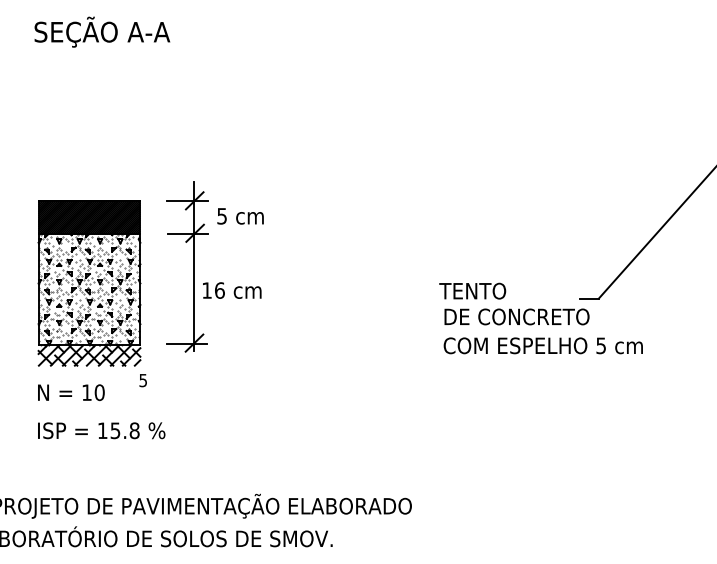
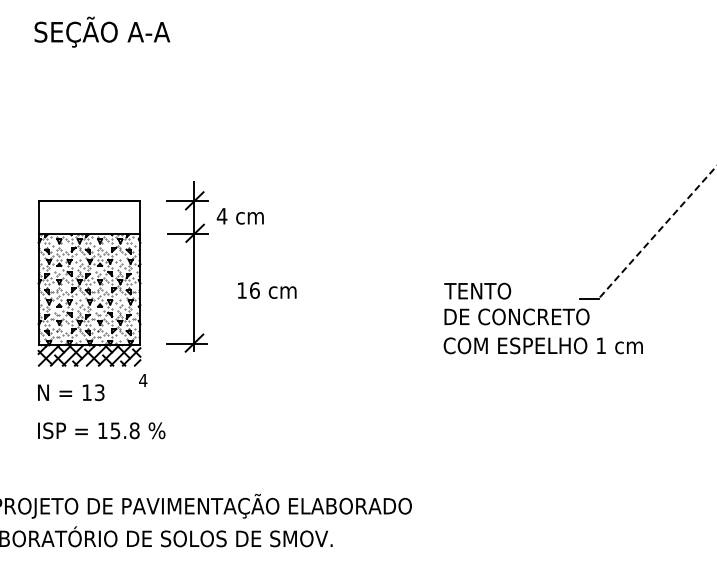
text at (221, 216): 5 -> 4
hatch at (89, 217): present -> none
line at (657, 232): solid -> dashed
text at (232, 290) position: (232, 290) -> (267, 290)
text at (472, 290) position: (472, 290) -> (477, 290)
text at (600, 345): 5 -> 1
text at (143, 380): 5 -> 4
text at (99, 392): 10 -> 13
